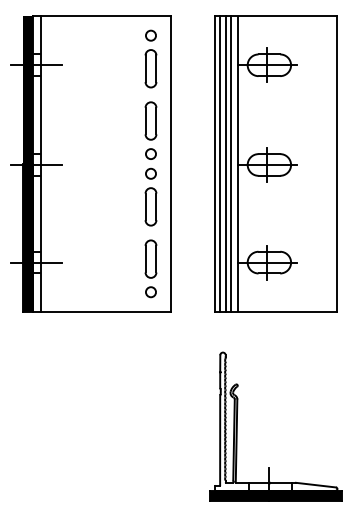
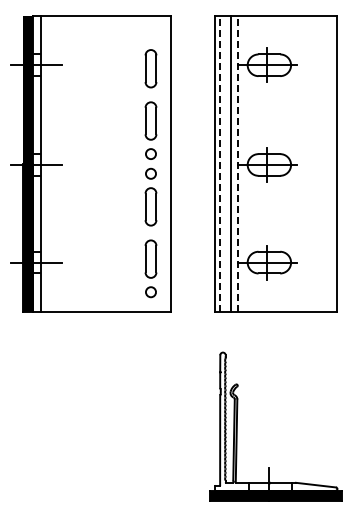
circle at (150, 35): present -> none
line at (220, 163): solid -> dashed
line at (225, 163): present -> none
line at (237, 163): solid -> dashed
